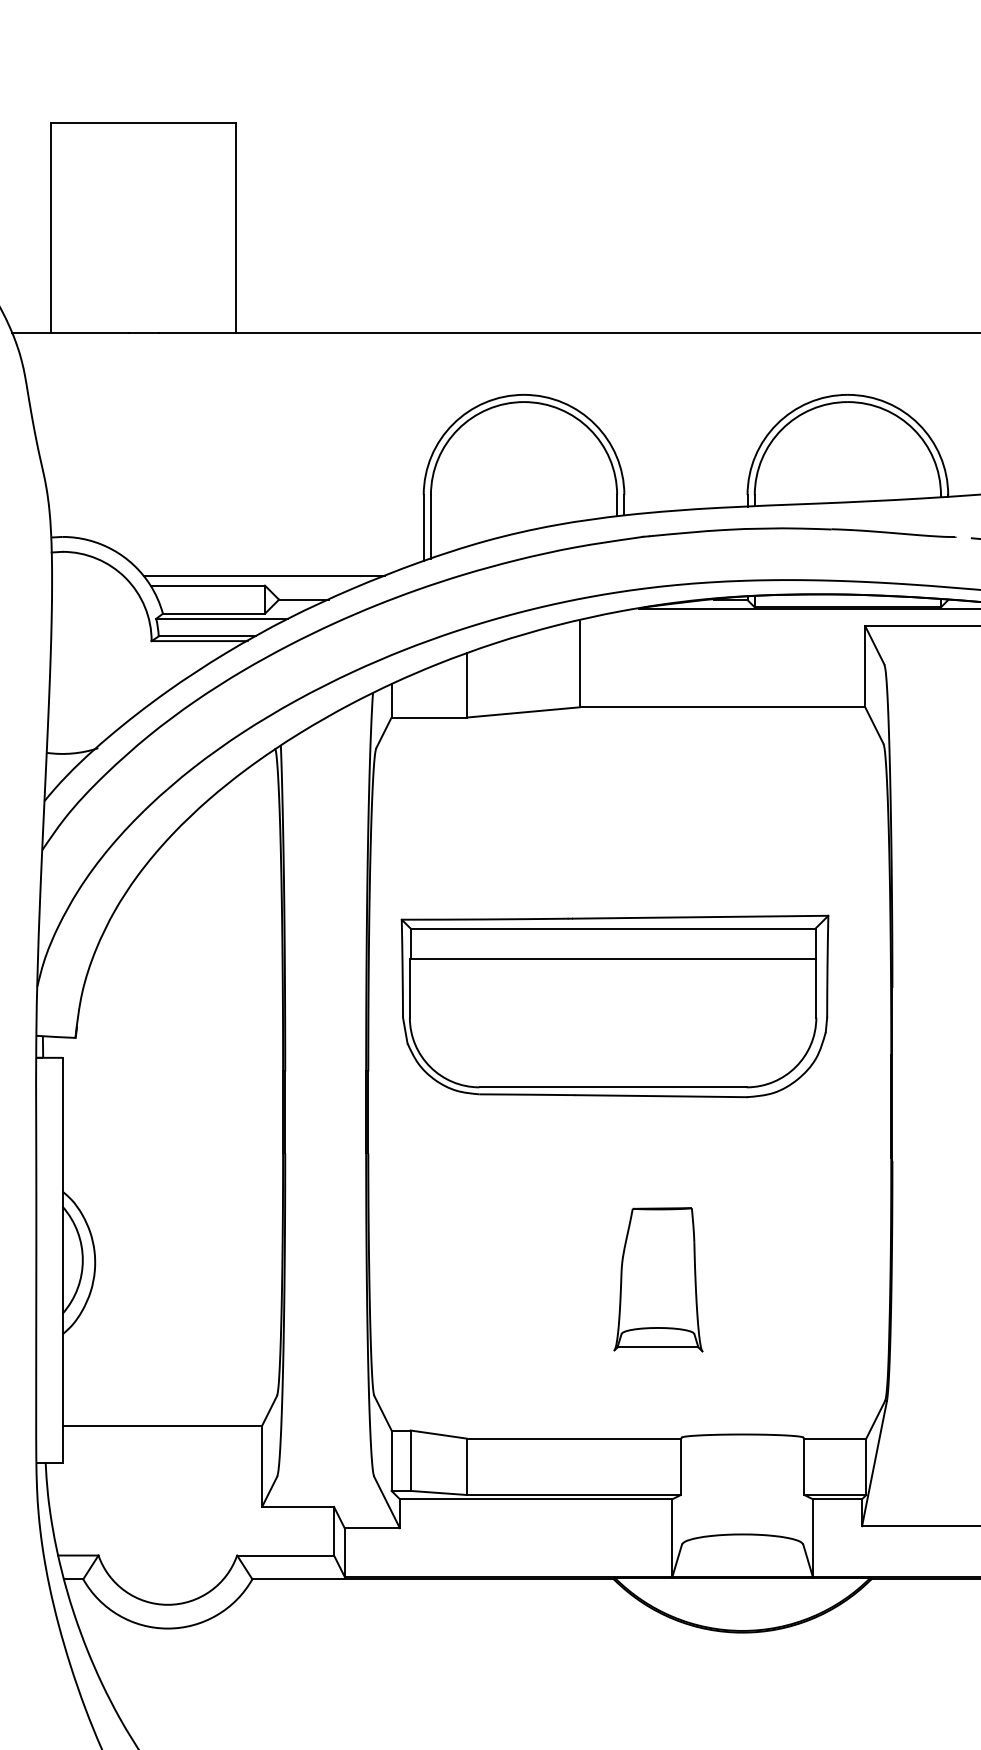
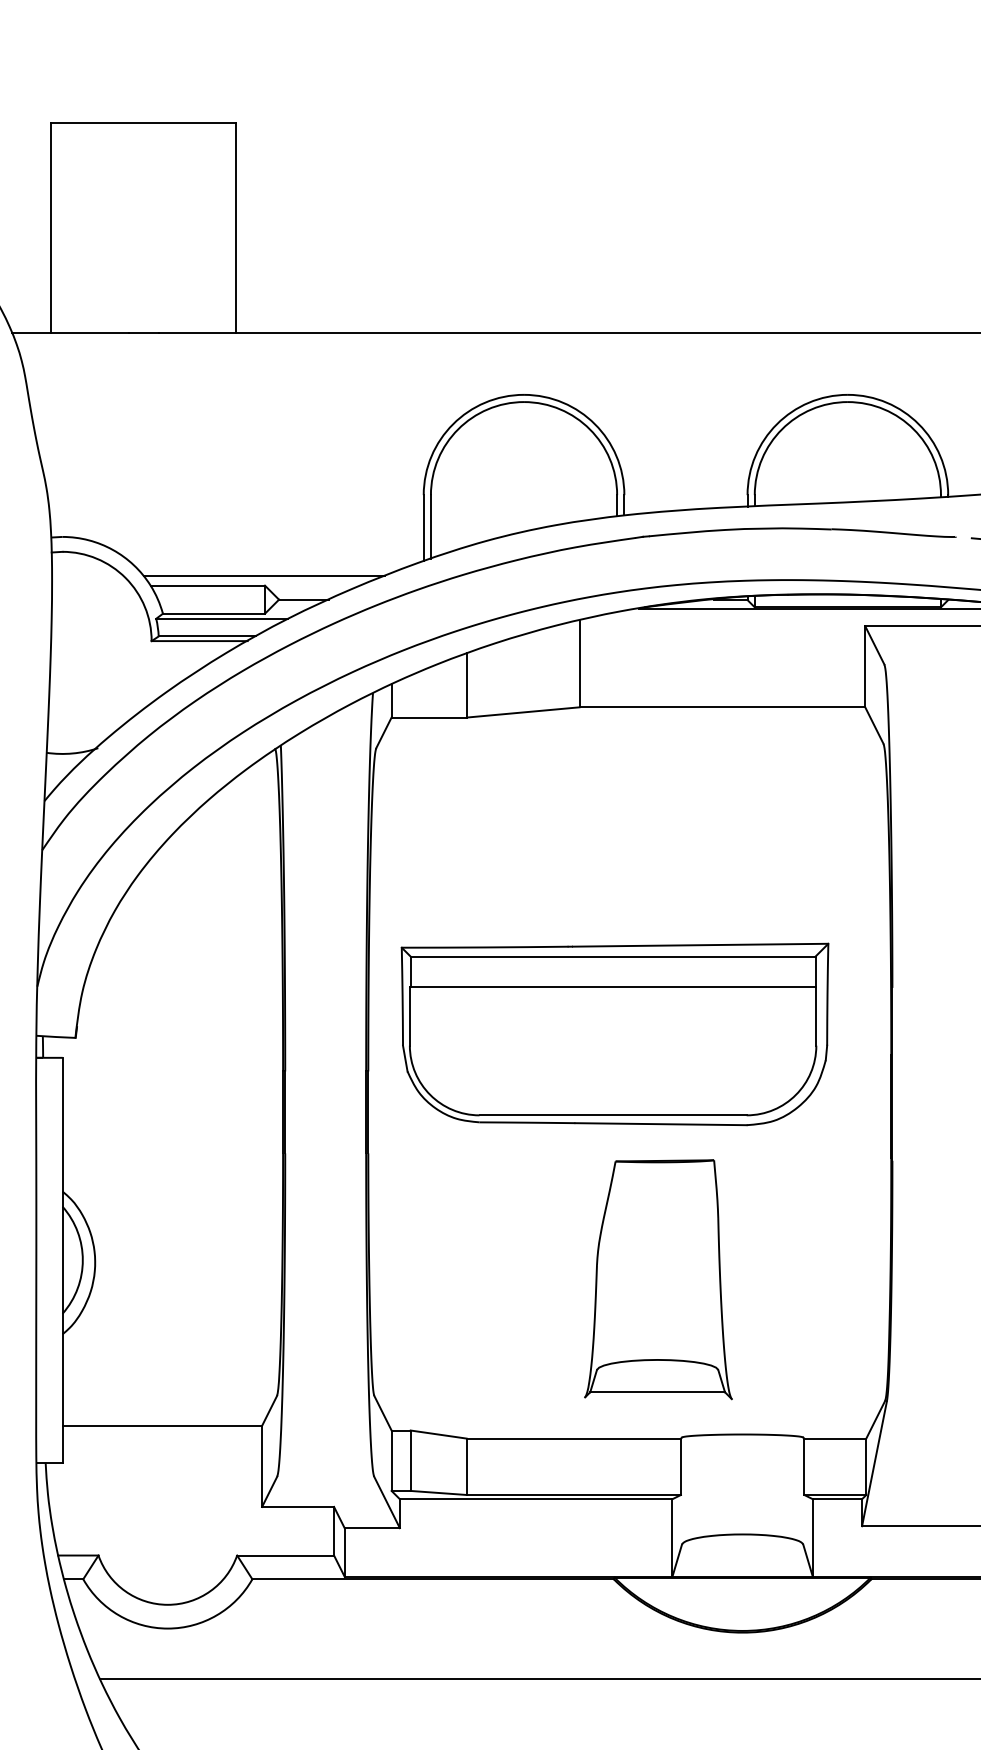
part at (614, 1006) position: (614, 1006) -> (614, 1034)
part at (658, 1279) size: 91x146 px -> 149x242 px
line at (538, 1679): none -> present
